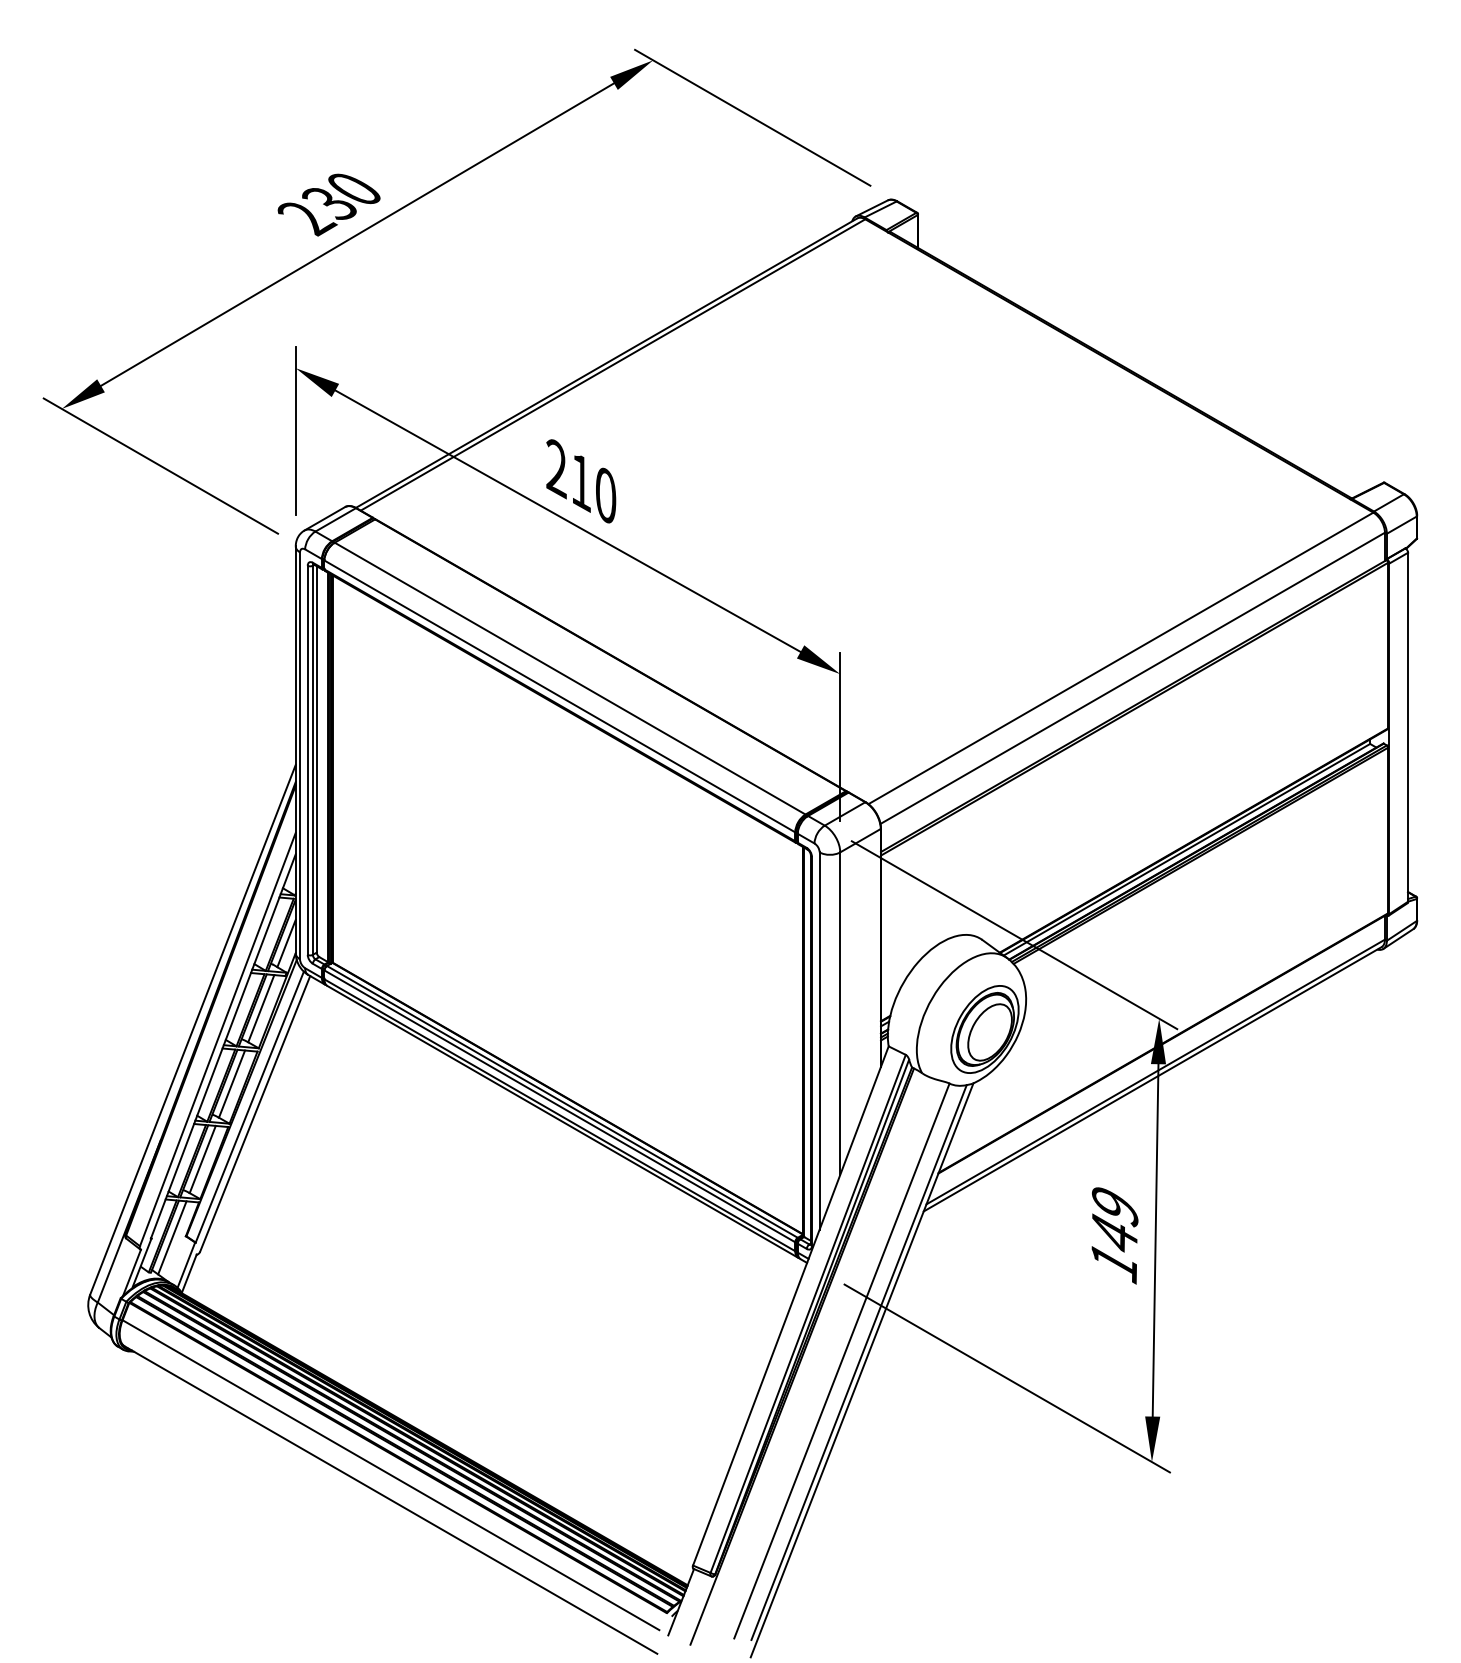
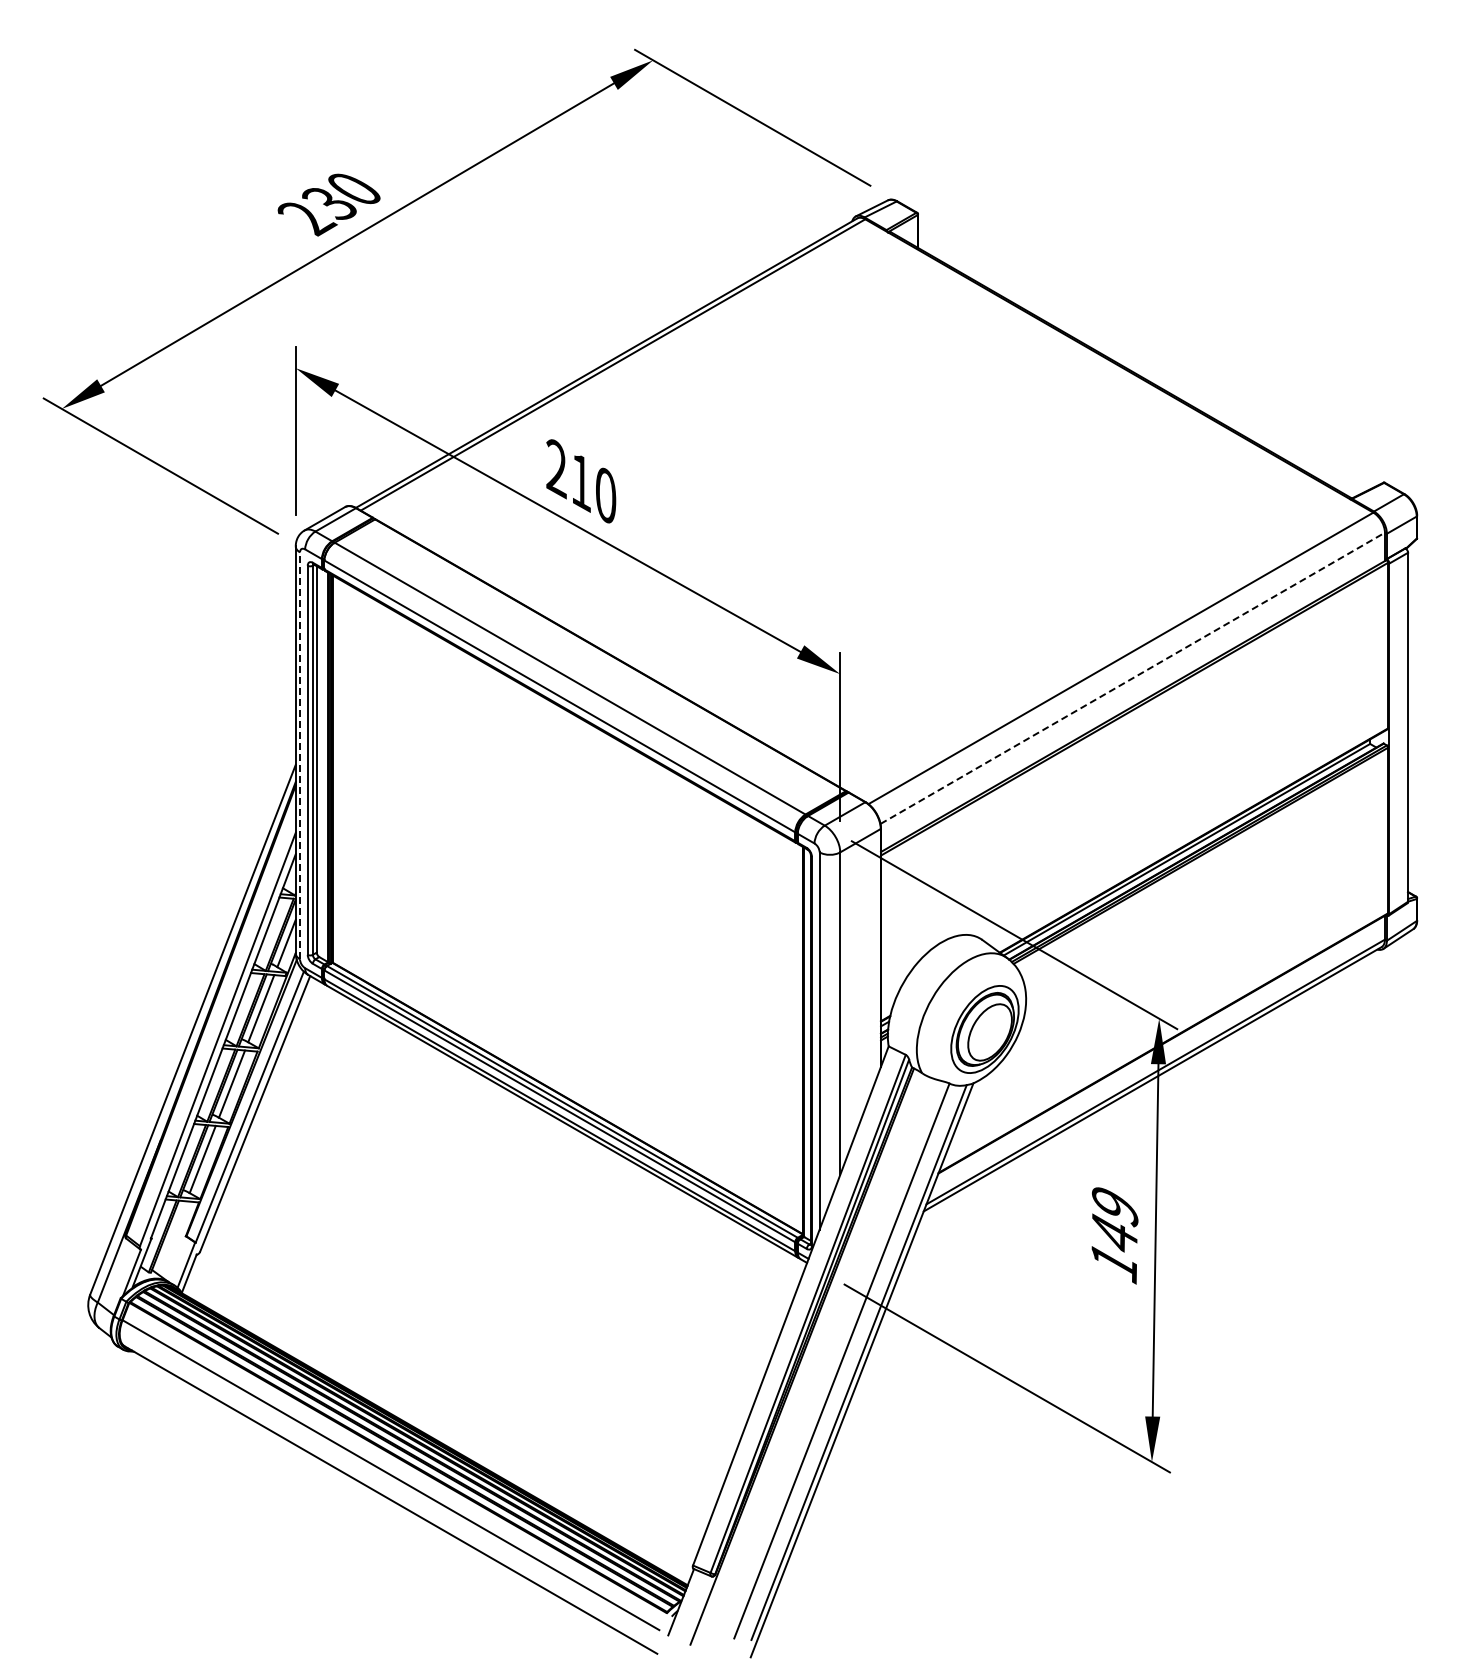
line at (1133, 678): solid -> dashed
line at (300, 755): solid -> dashed
line at (172, 1237): present -> none
